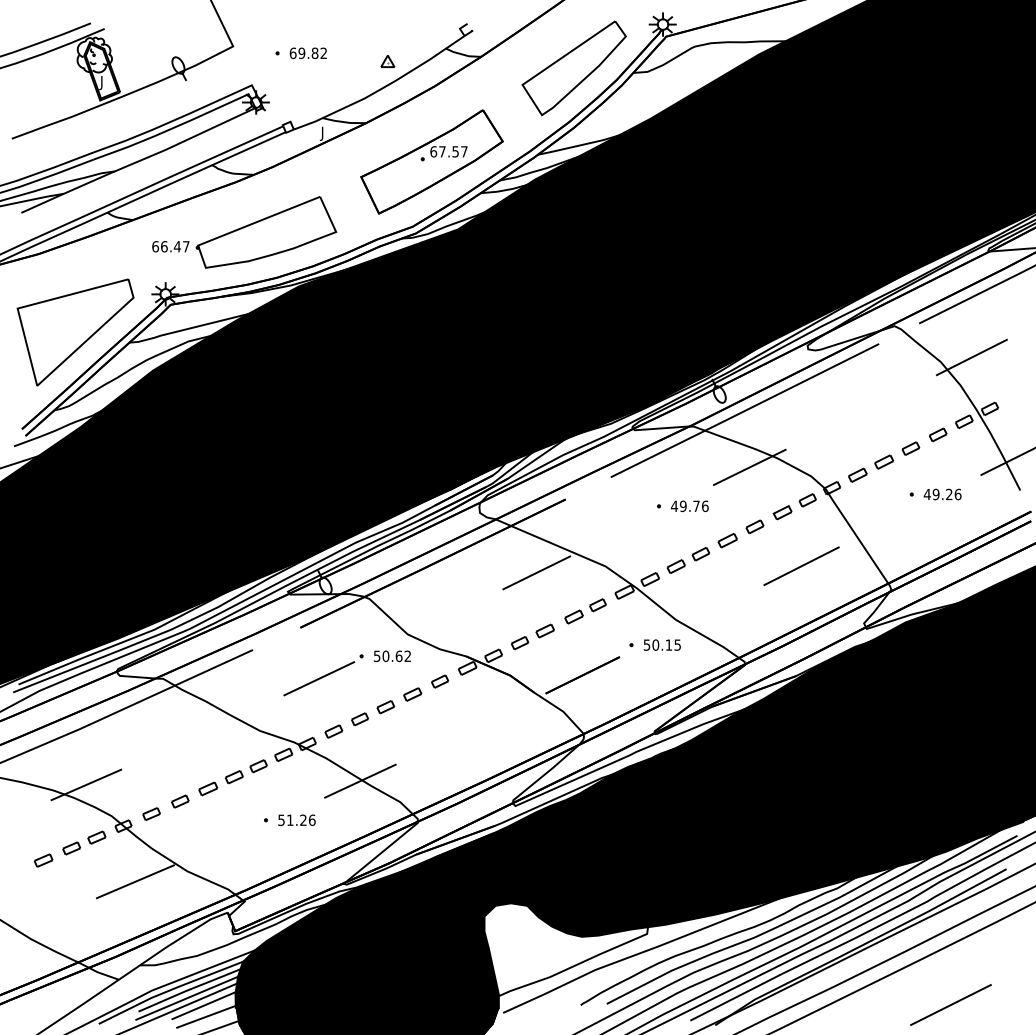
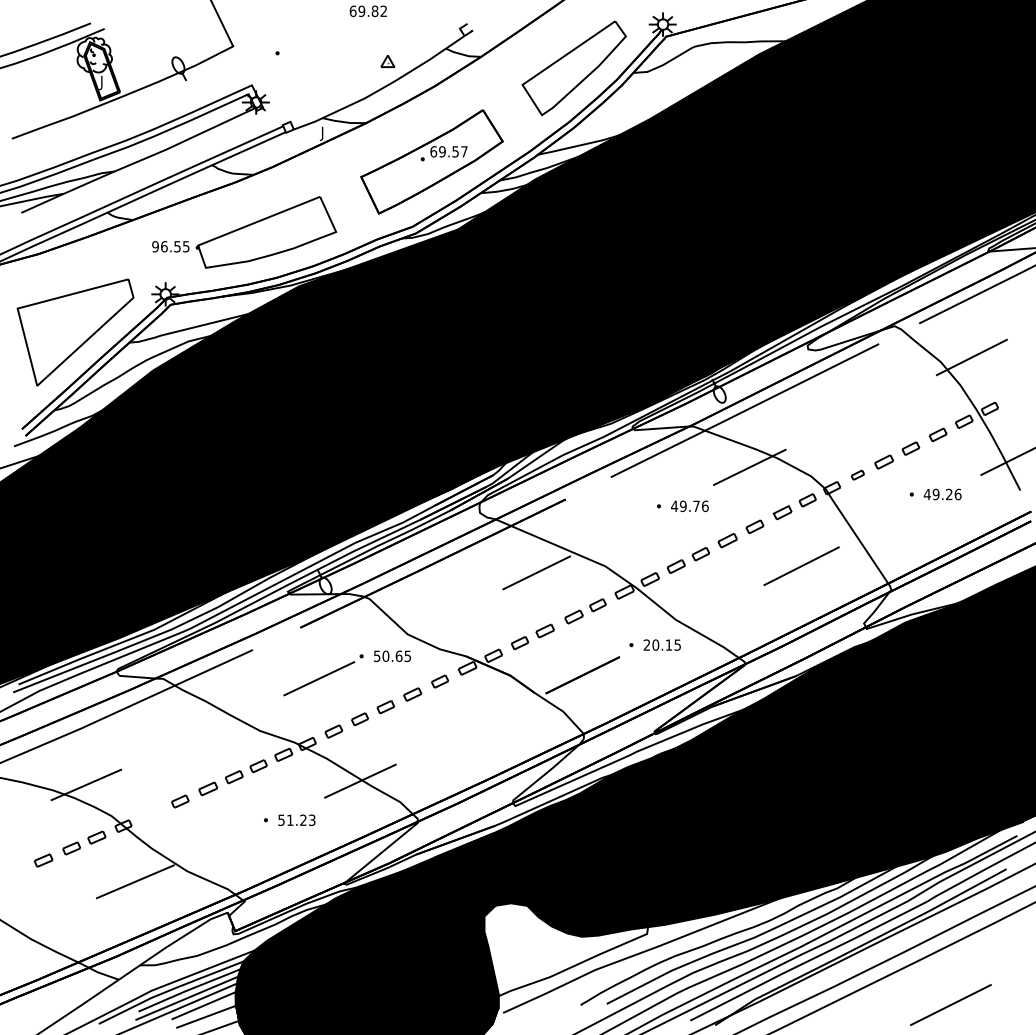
text at (307, 52) position: (307, 52) -> (367, 10)
text at (442, 151): 67.57 -> 69.57
text at (170, 246): 66.47 -> 96.55
part at (857, 474) size: 20x16 px -> 15x12 px
text at (646, 644): 50.15 -> 20.15
text at (407, 656): 50.62 -> 50.65
part at (151, 813): present -> none
text at (311, 819): 51.26 -> 51.23
